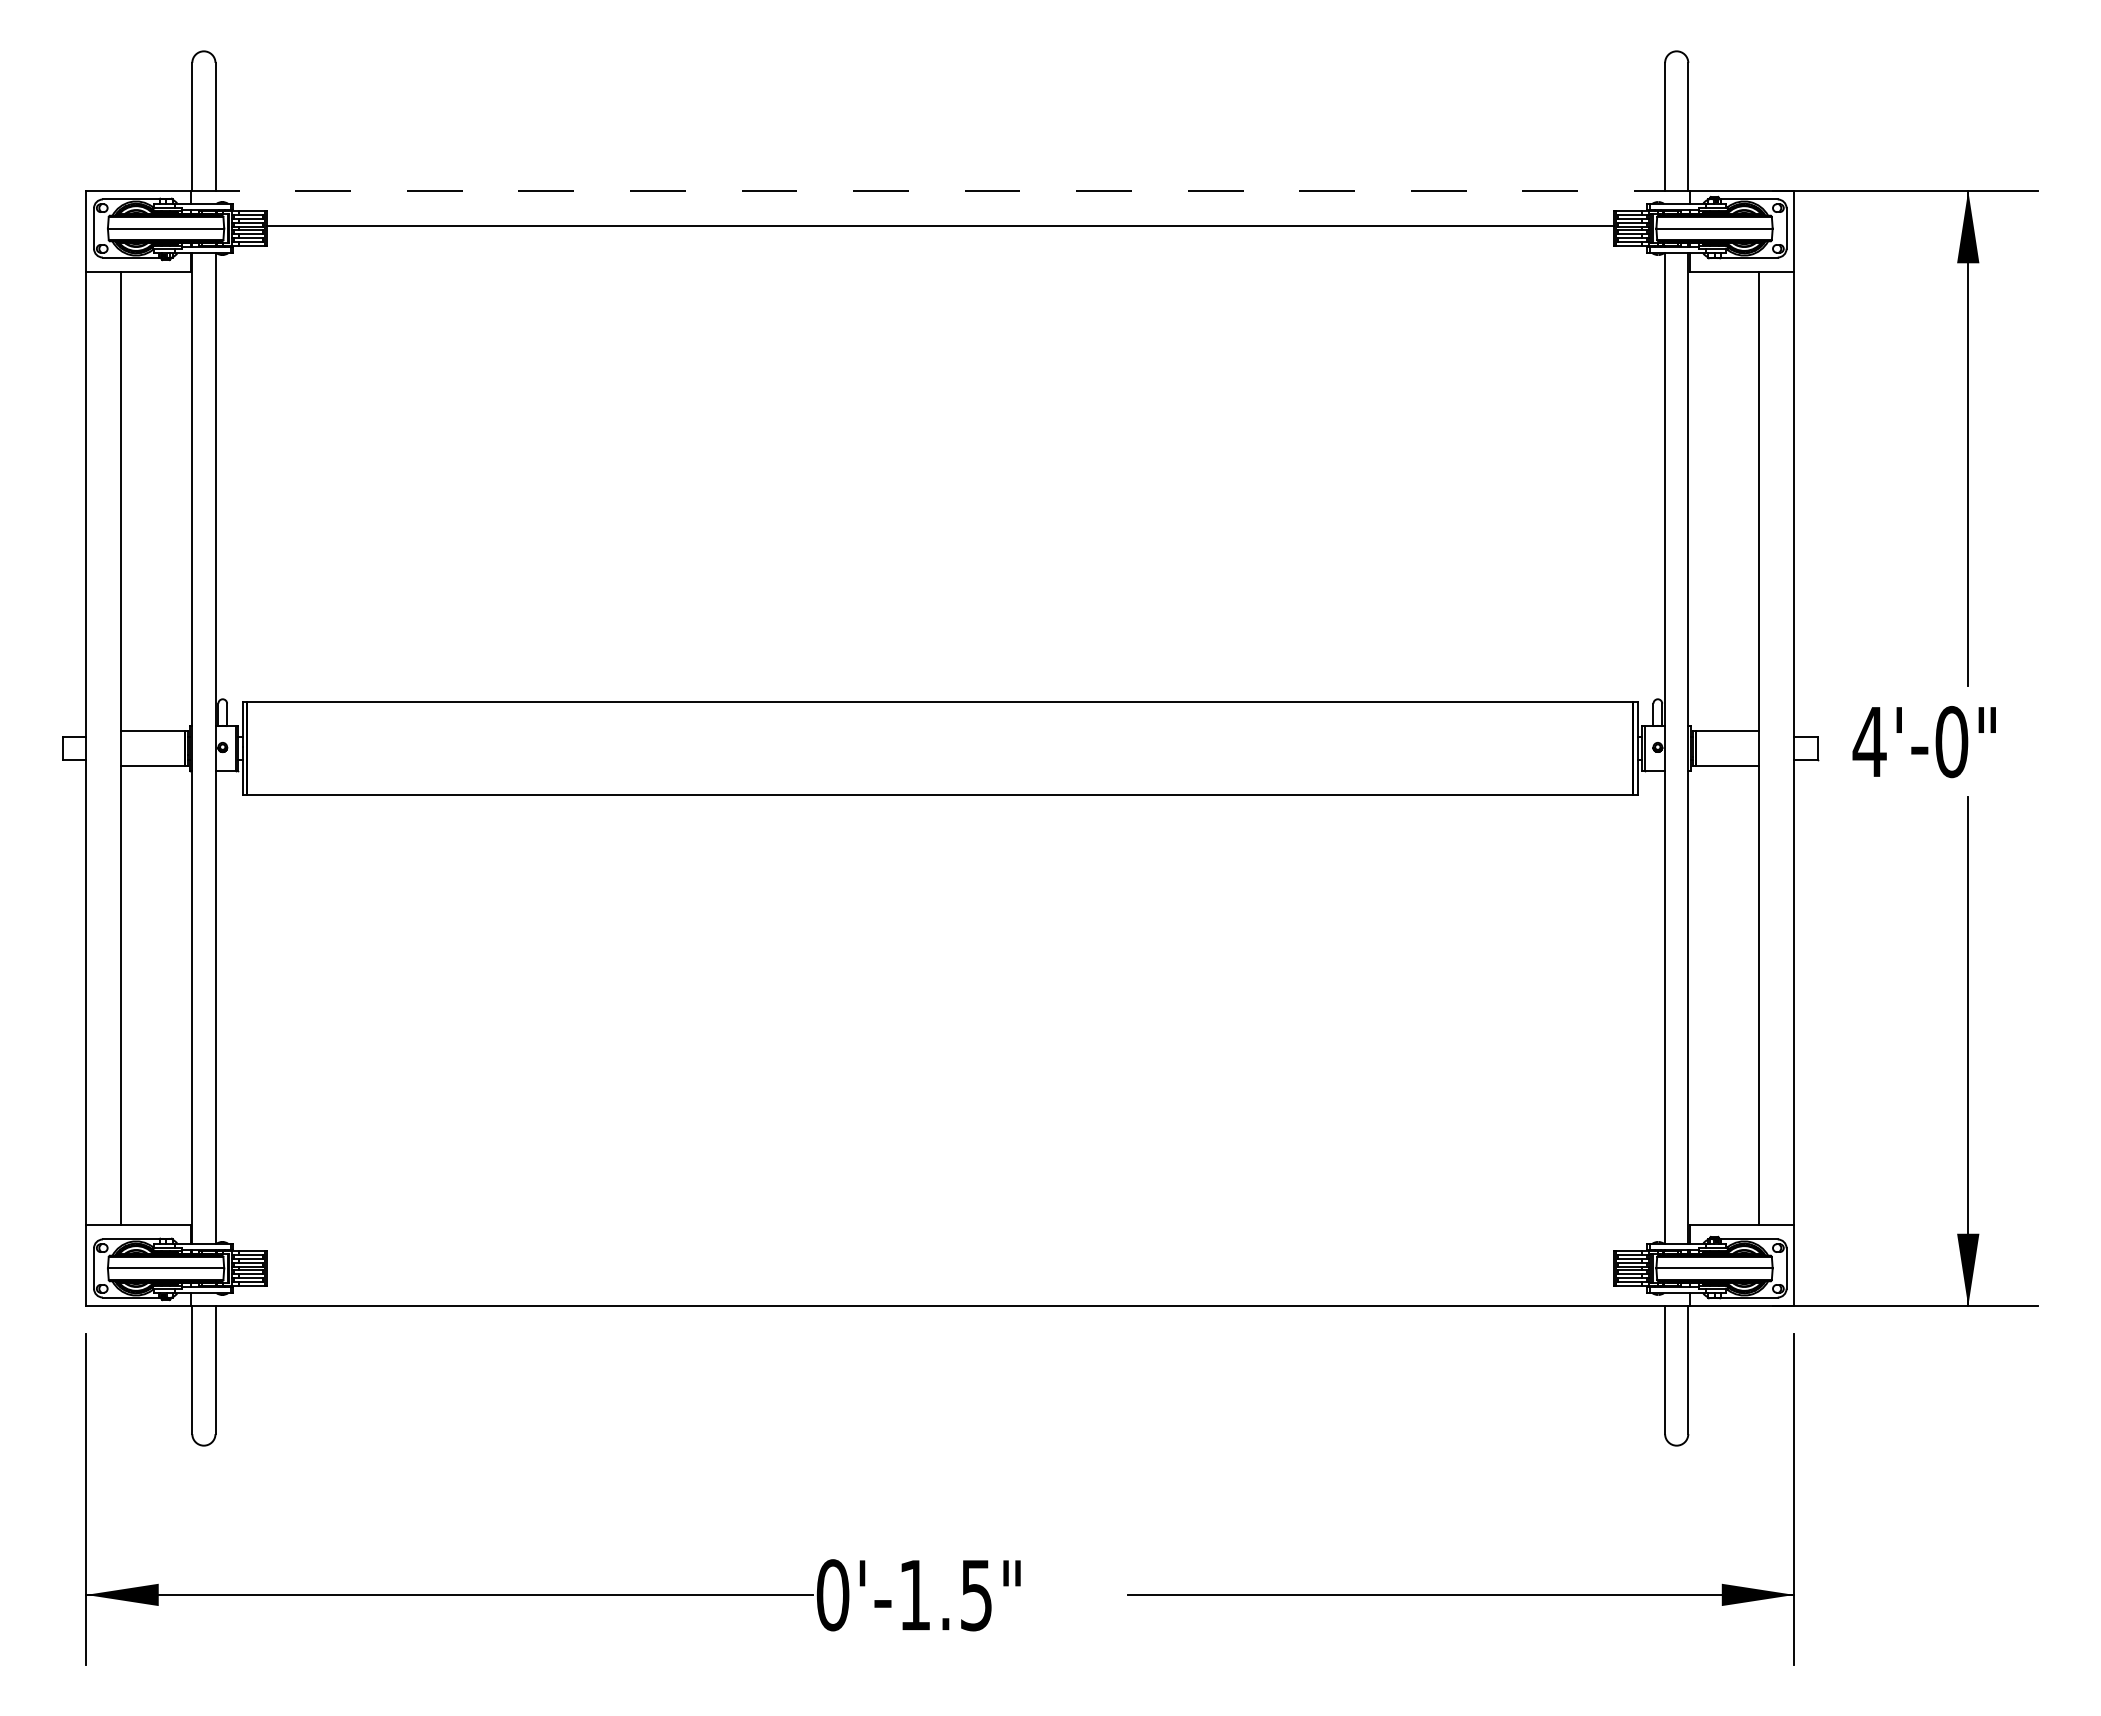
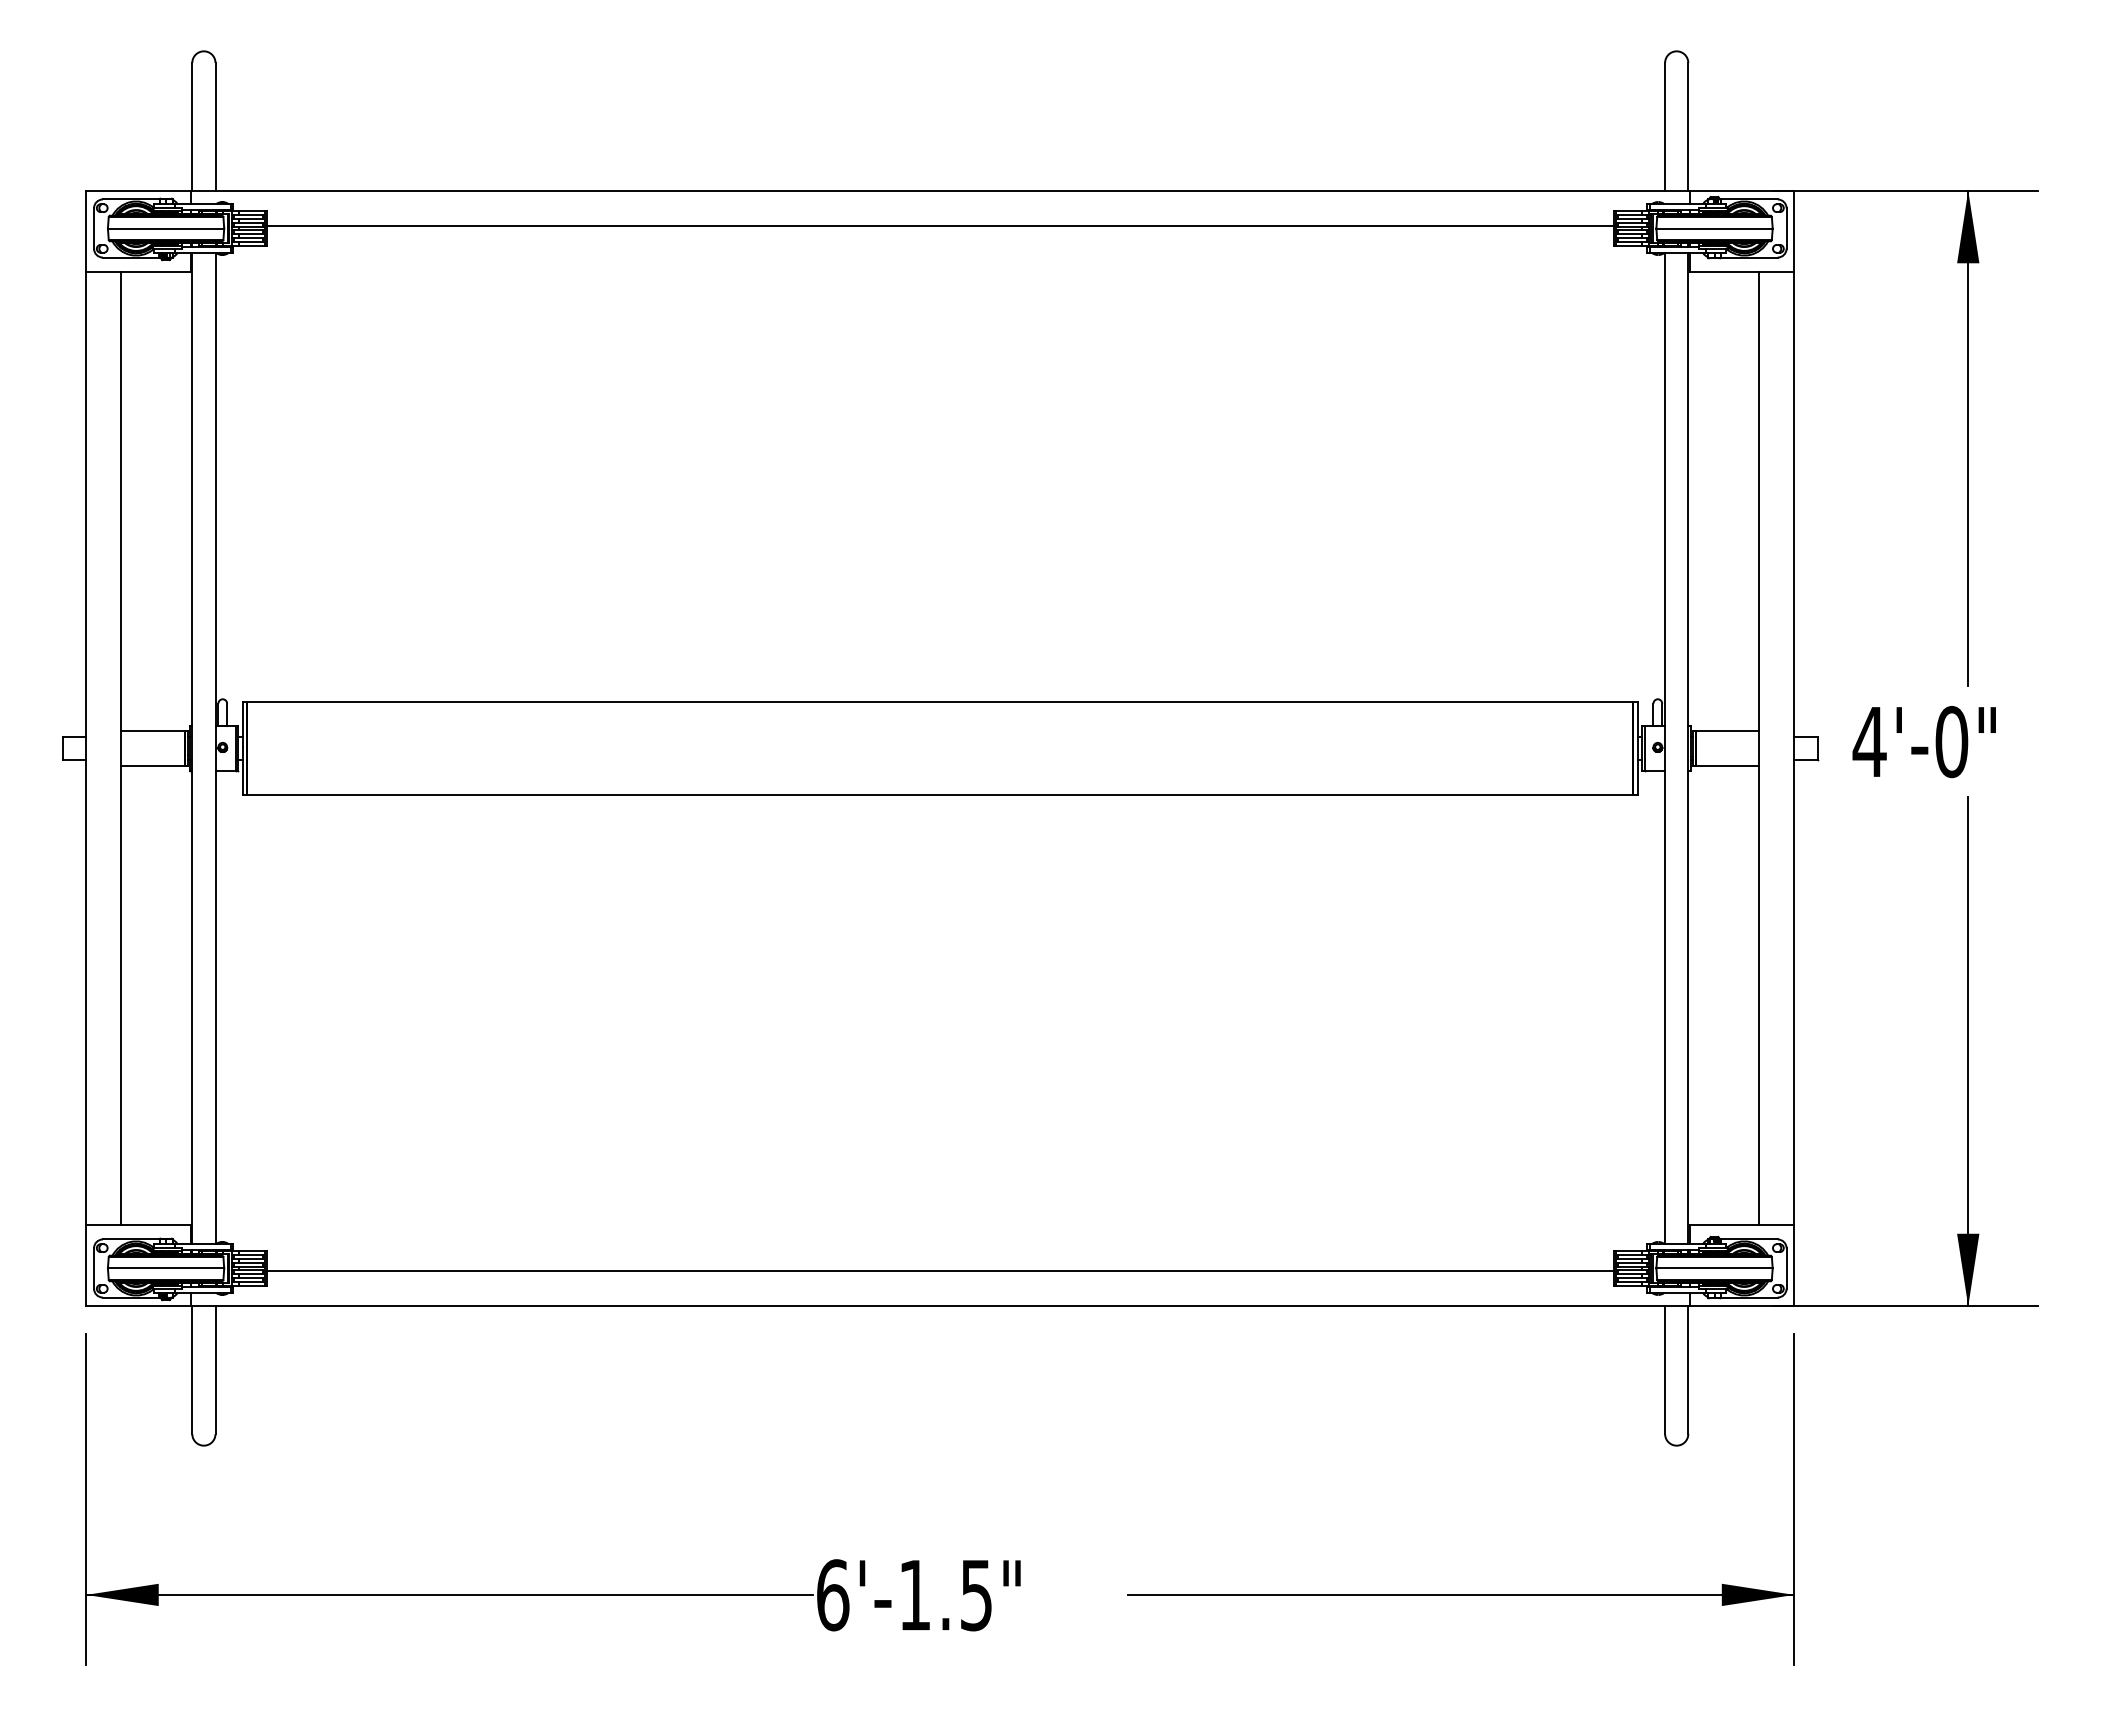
line at (939, 190): dashed -> solid
line at (939, 1271): none -> present
text at (832, 1595): 0'-1.5" -> 6'-1.5"
